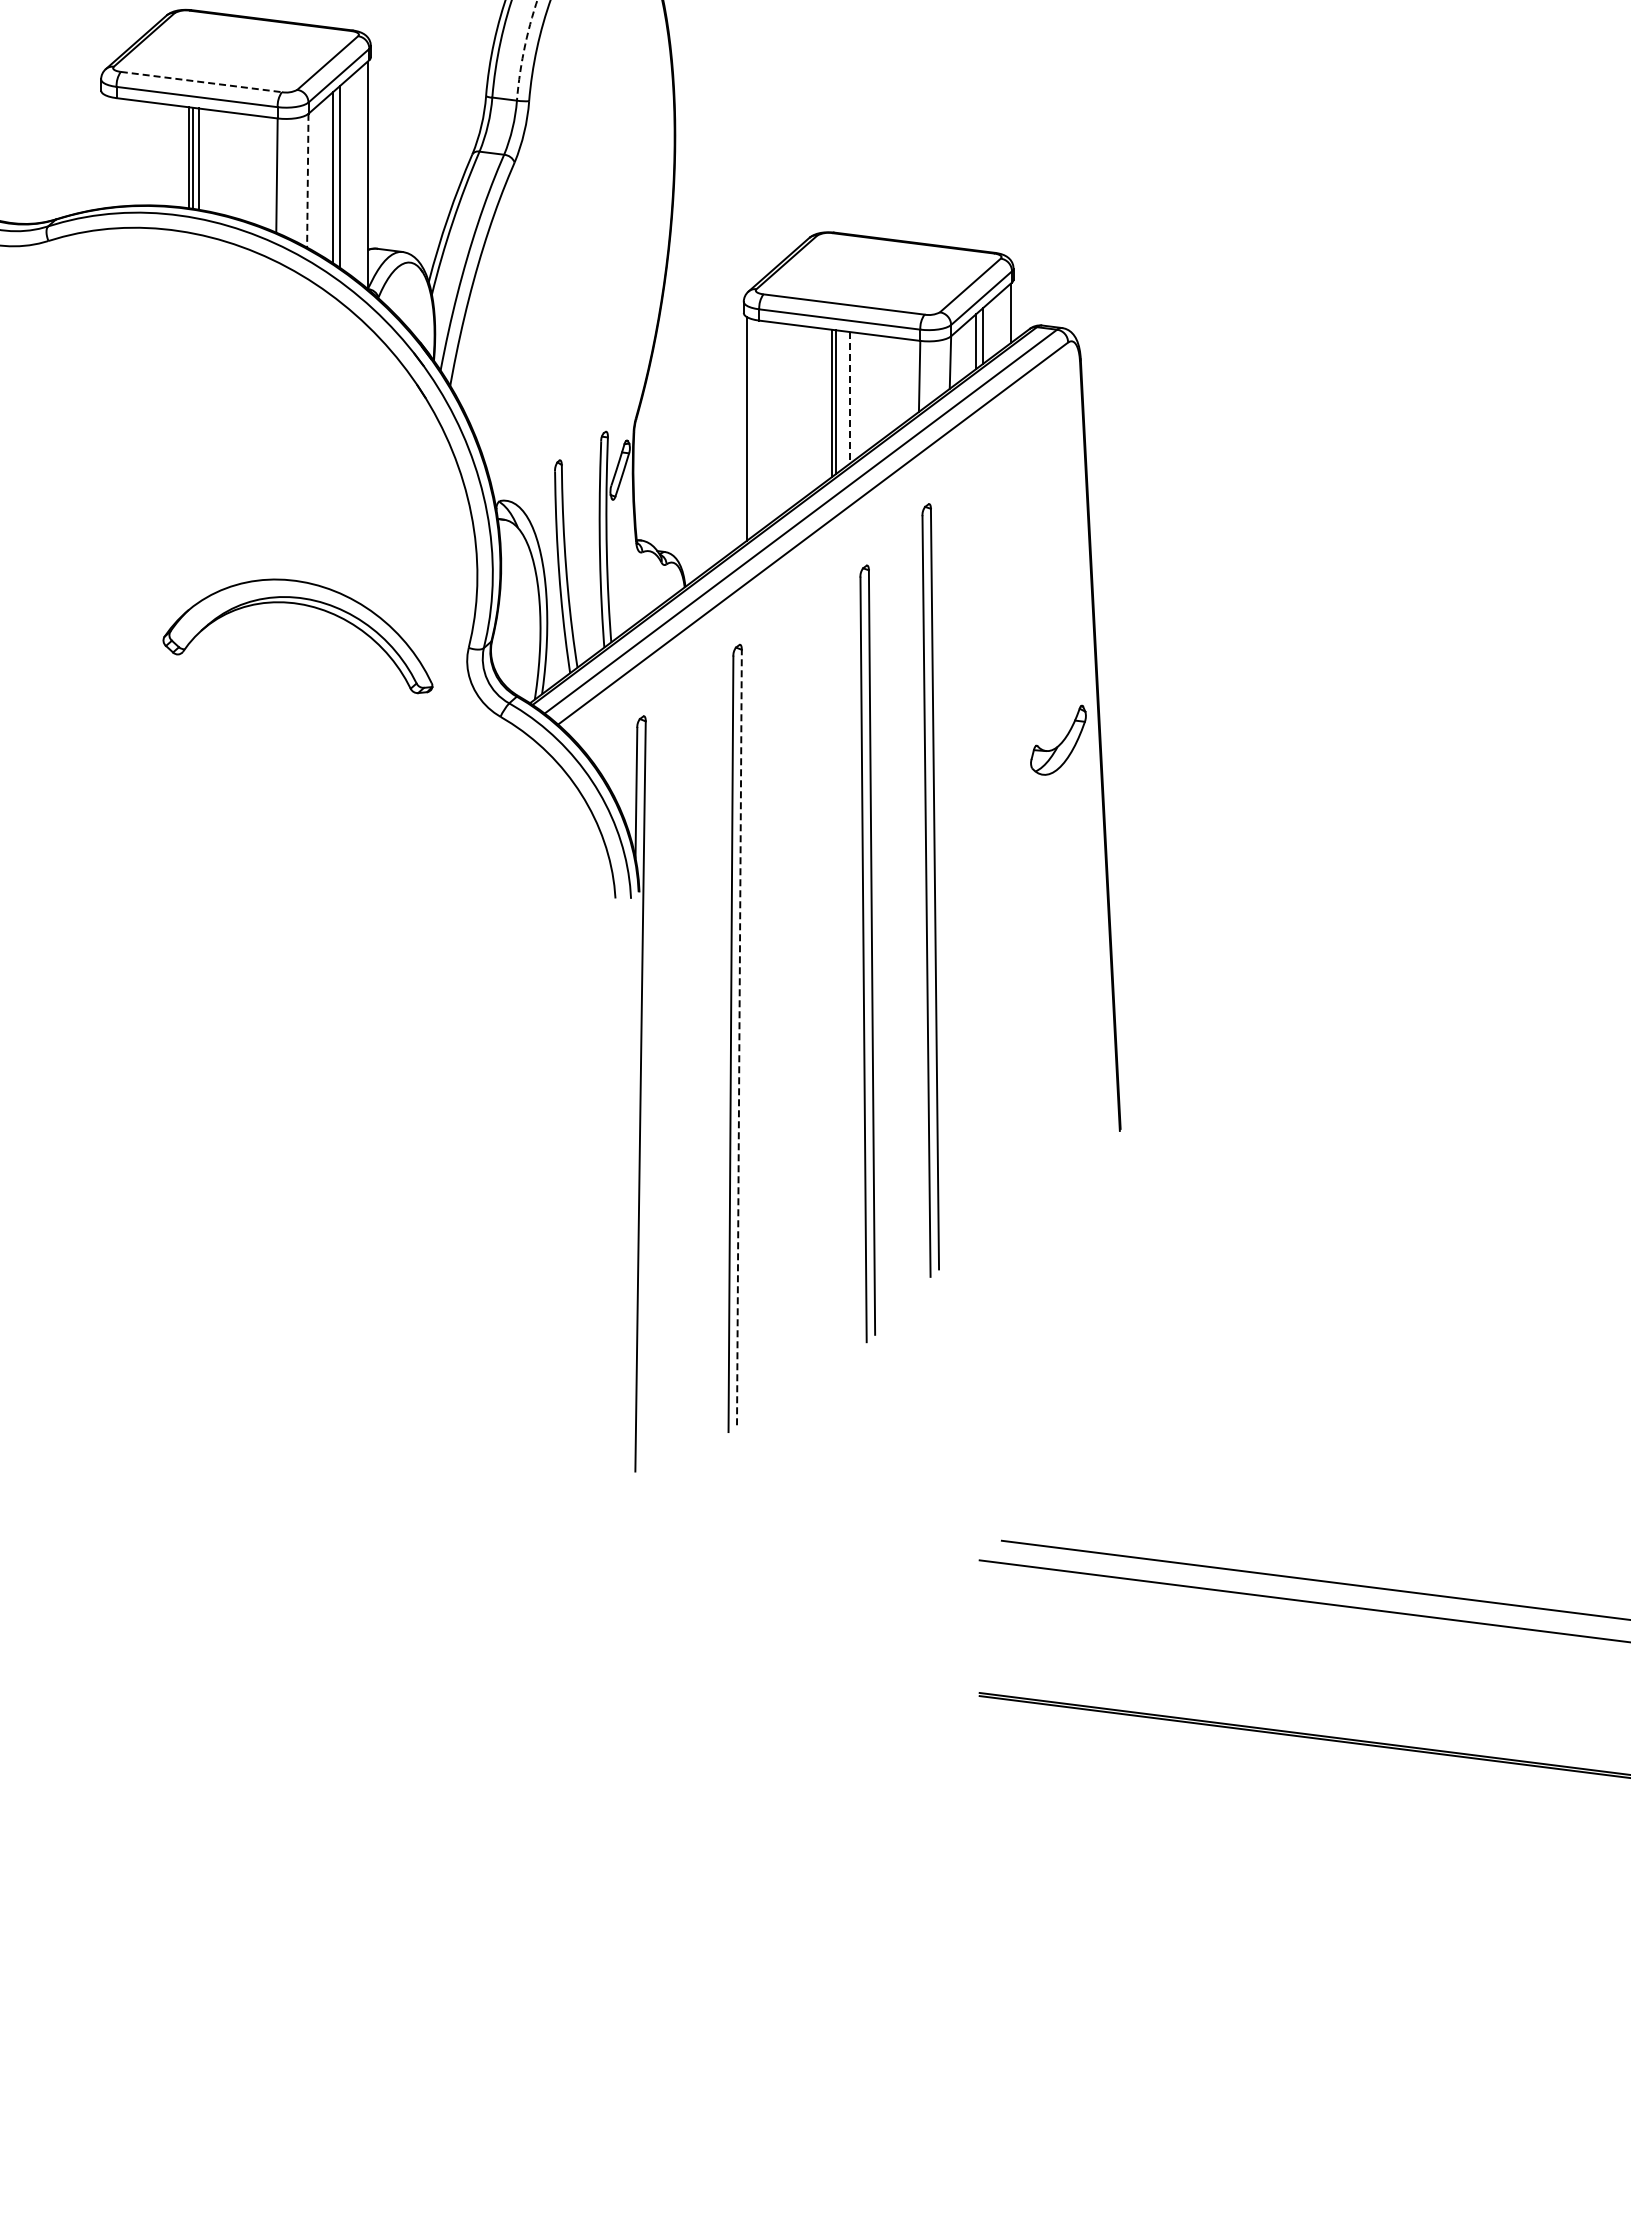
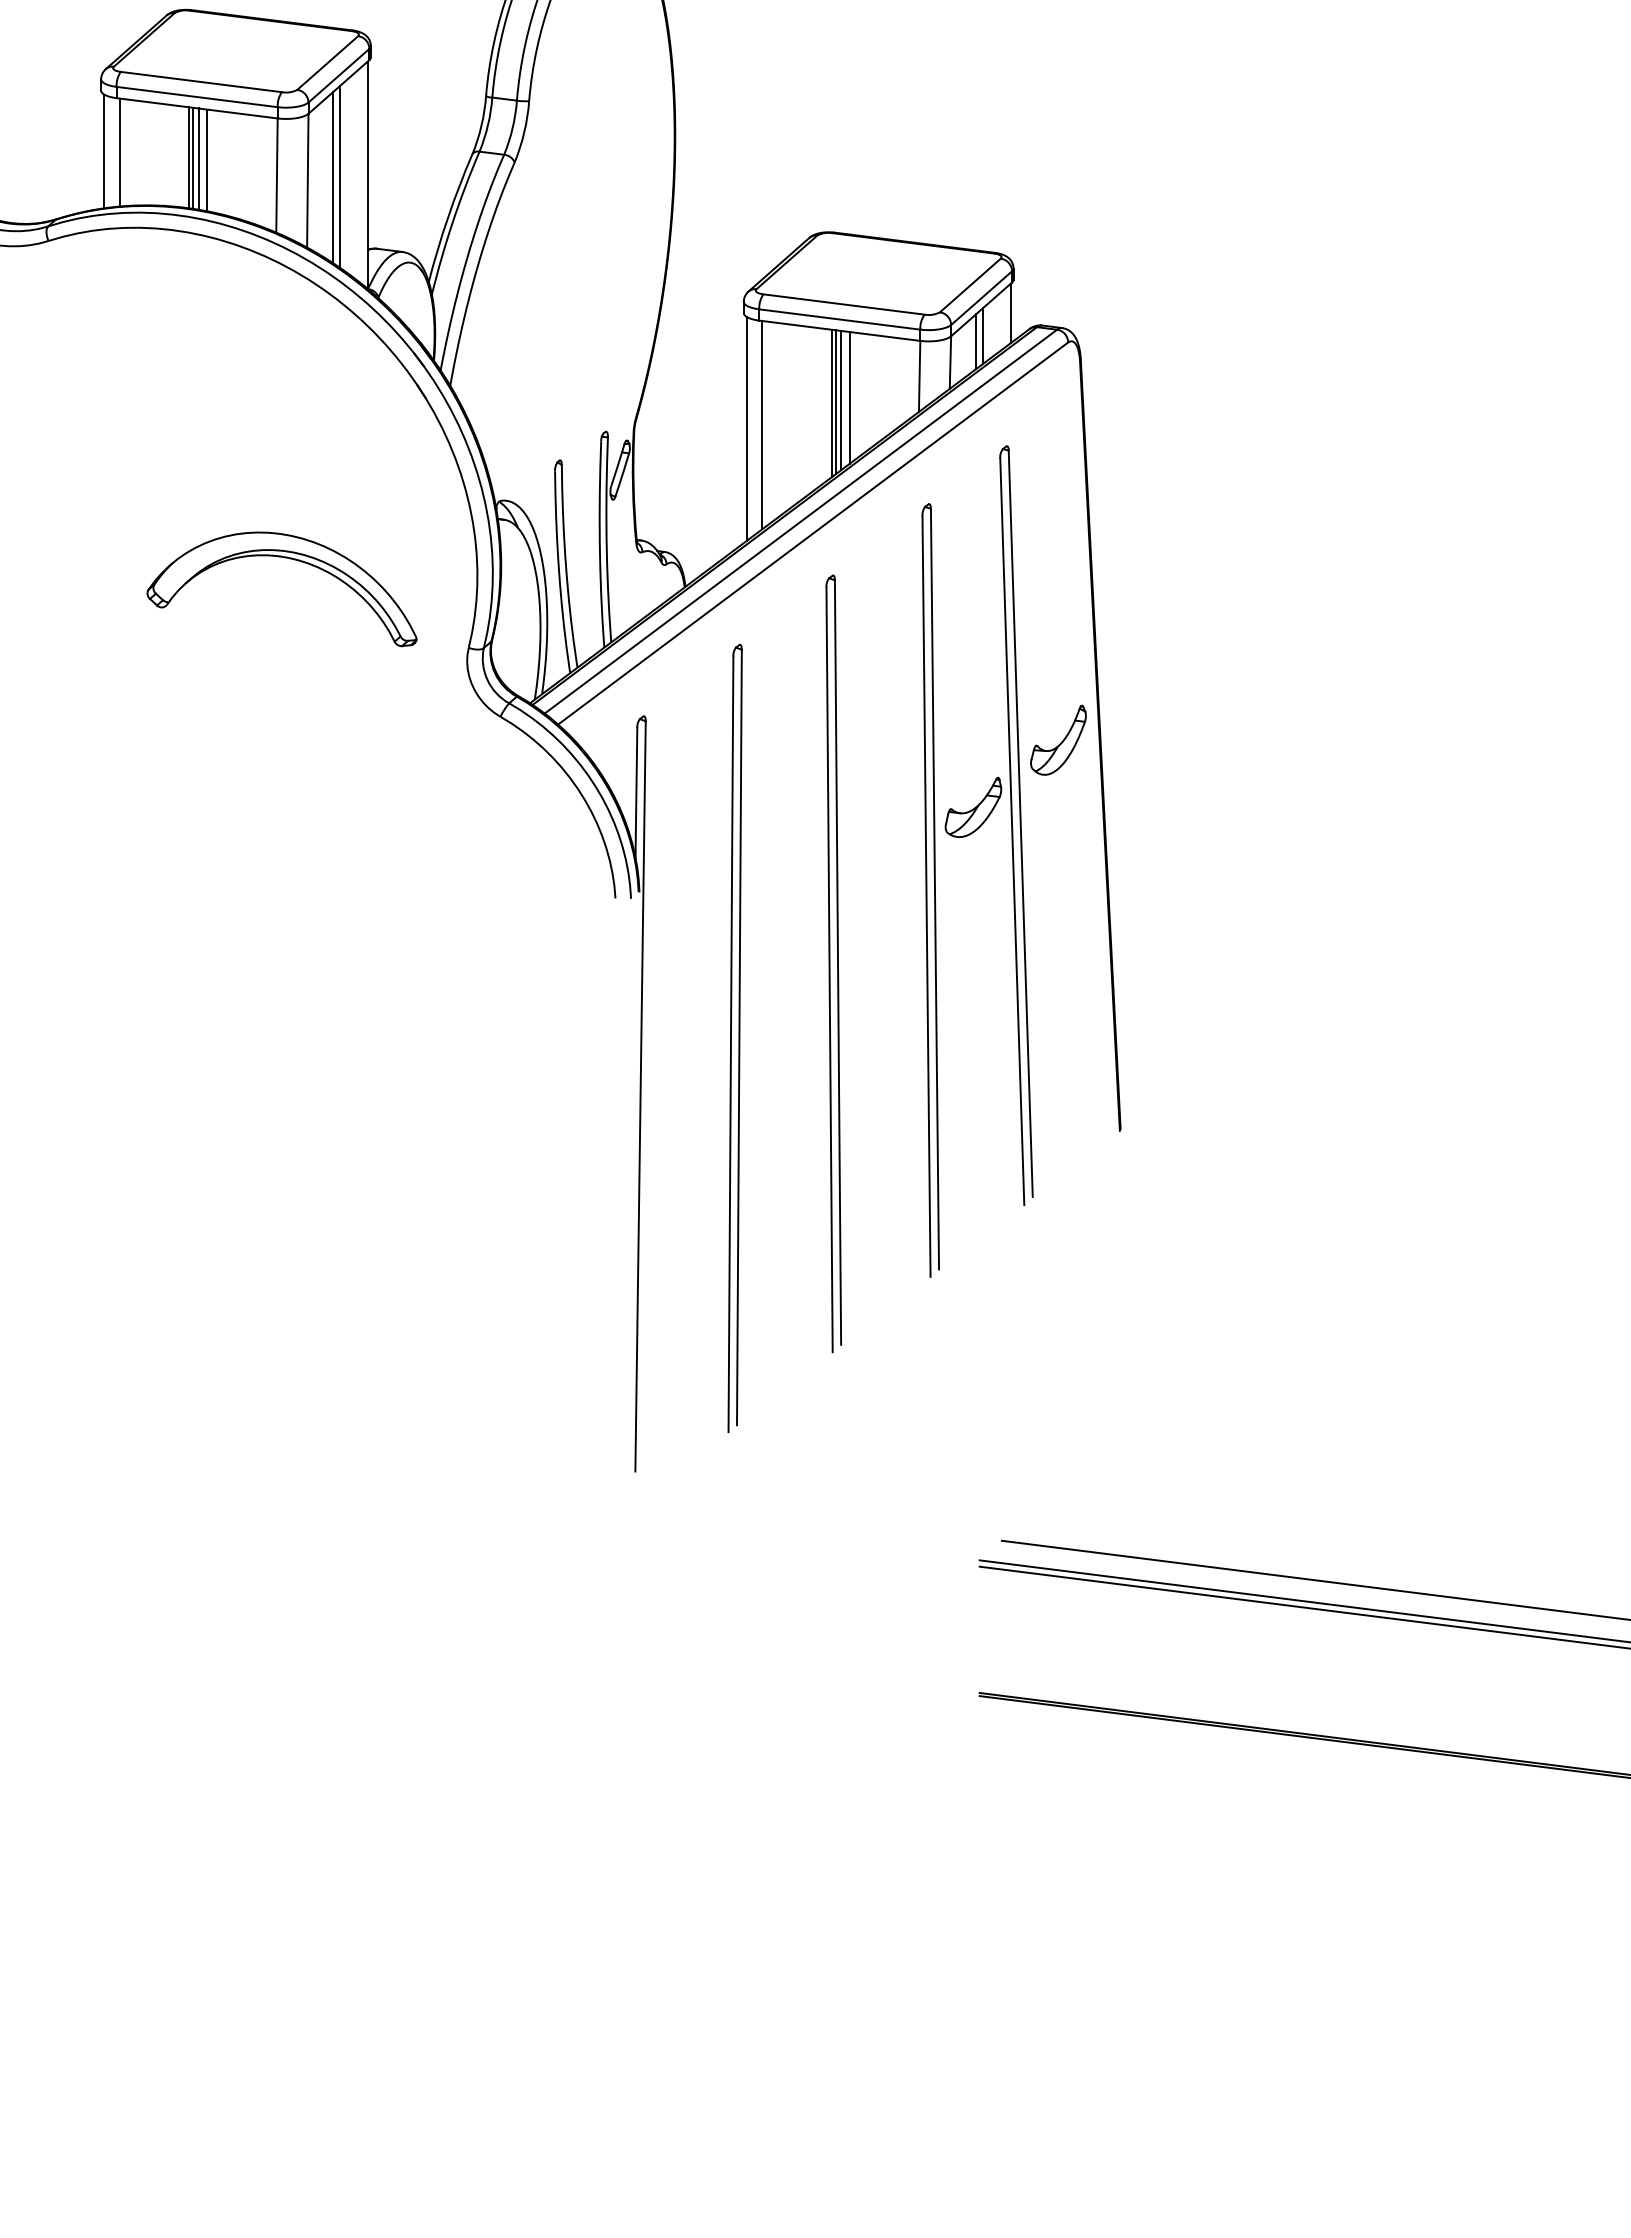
arc at (524, 49): dashed -> solid
line at (201, 82): dashed -> solid
line at (104, 151): none -> present
line at (119, 152): none -> present
line at (206, 160): none -> present
line at (307, 180): dashed -> solid
line at (849, 397): dashed -> solid
line at (841, 400): none -> present
line at (762, 425): none -> present
part at (300, 605) position: (300, 605) -> (284, 558)
part at (988, 825): none -> present
part at (867, 953) position: (867, 953) -> (833, 963)
line at (739, 1037): dashed -> solid
line at (1303, 1607): none -> present
